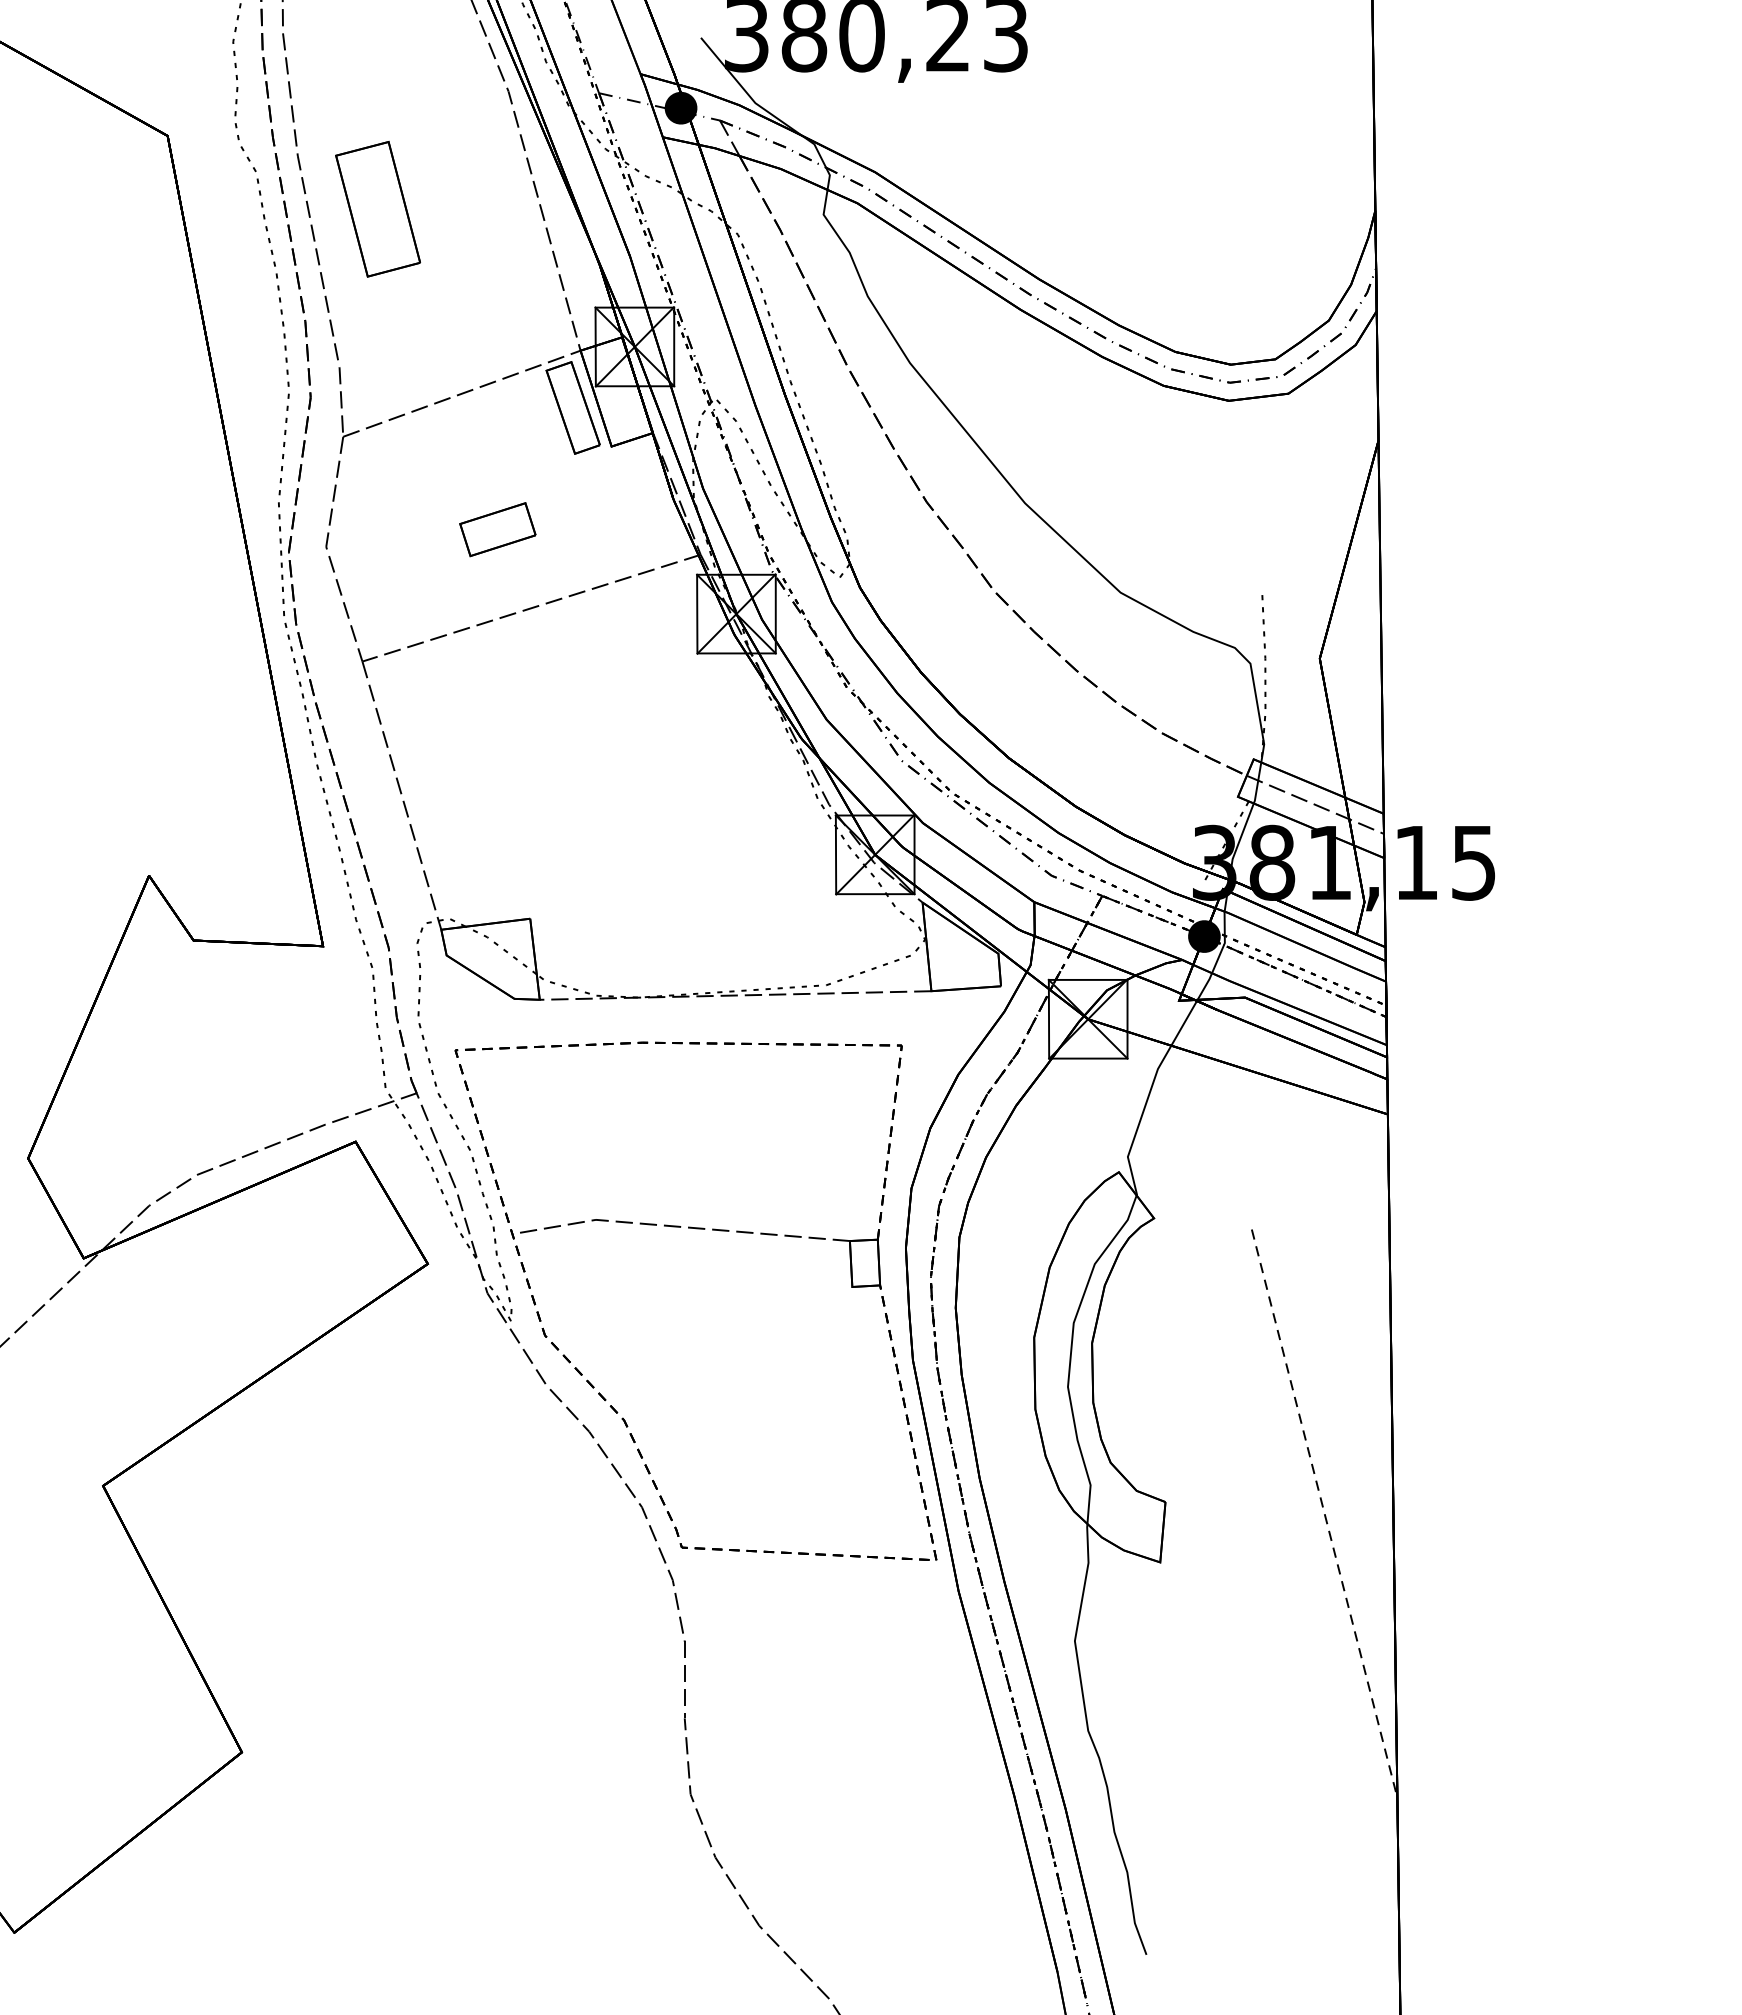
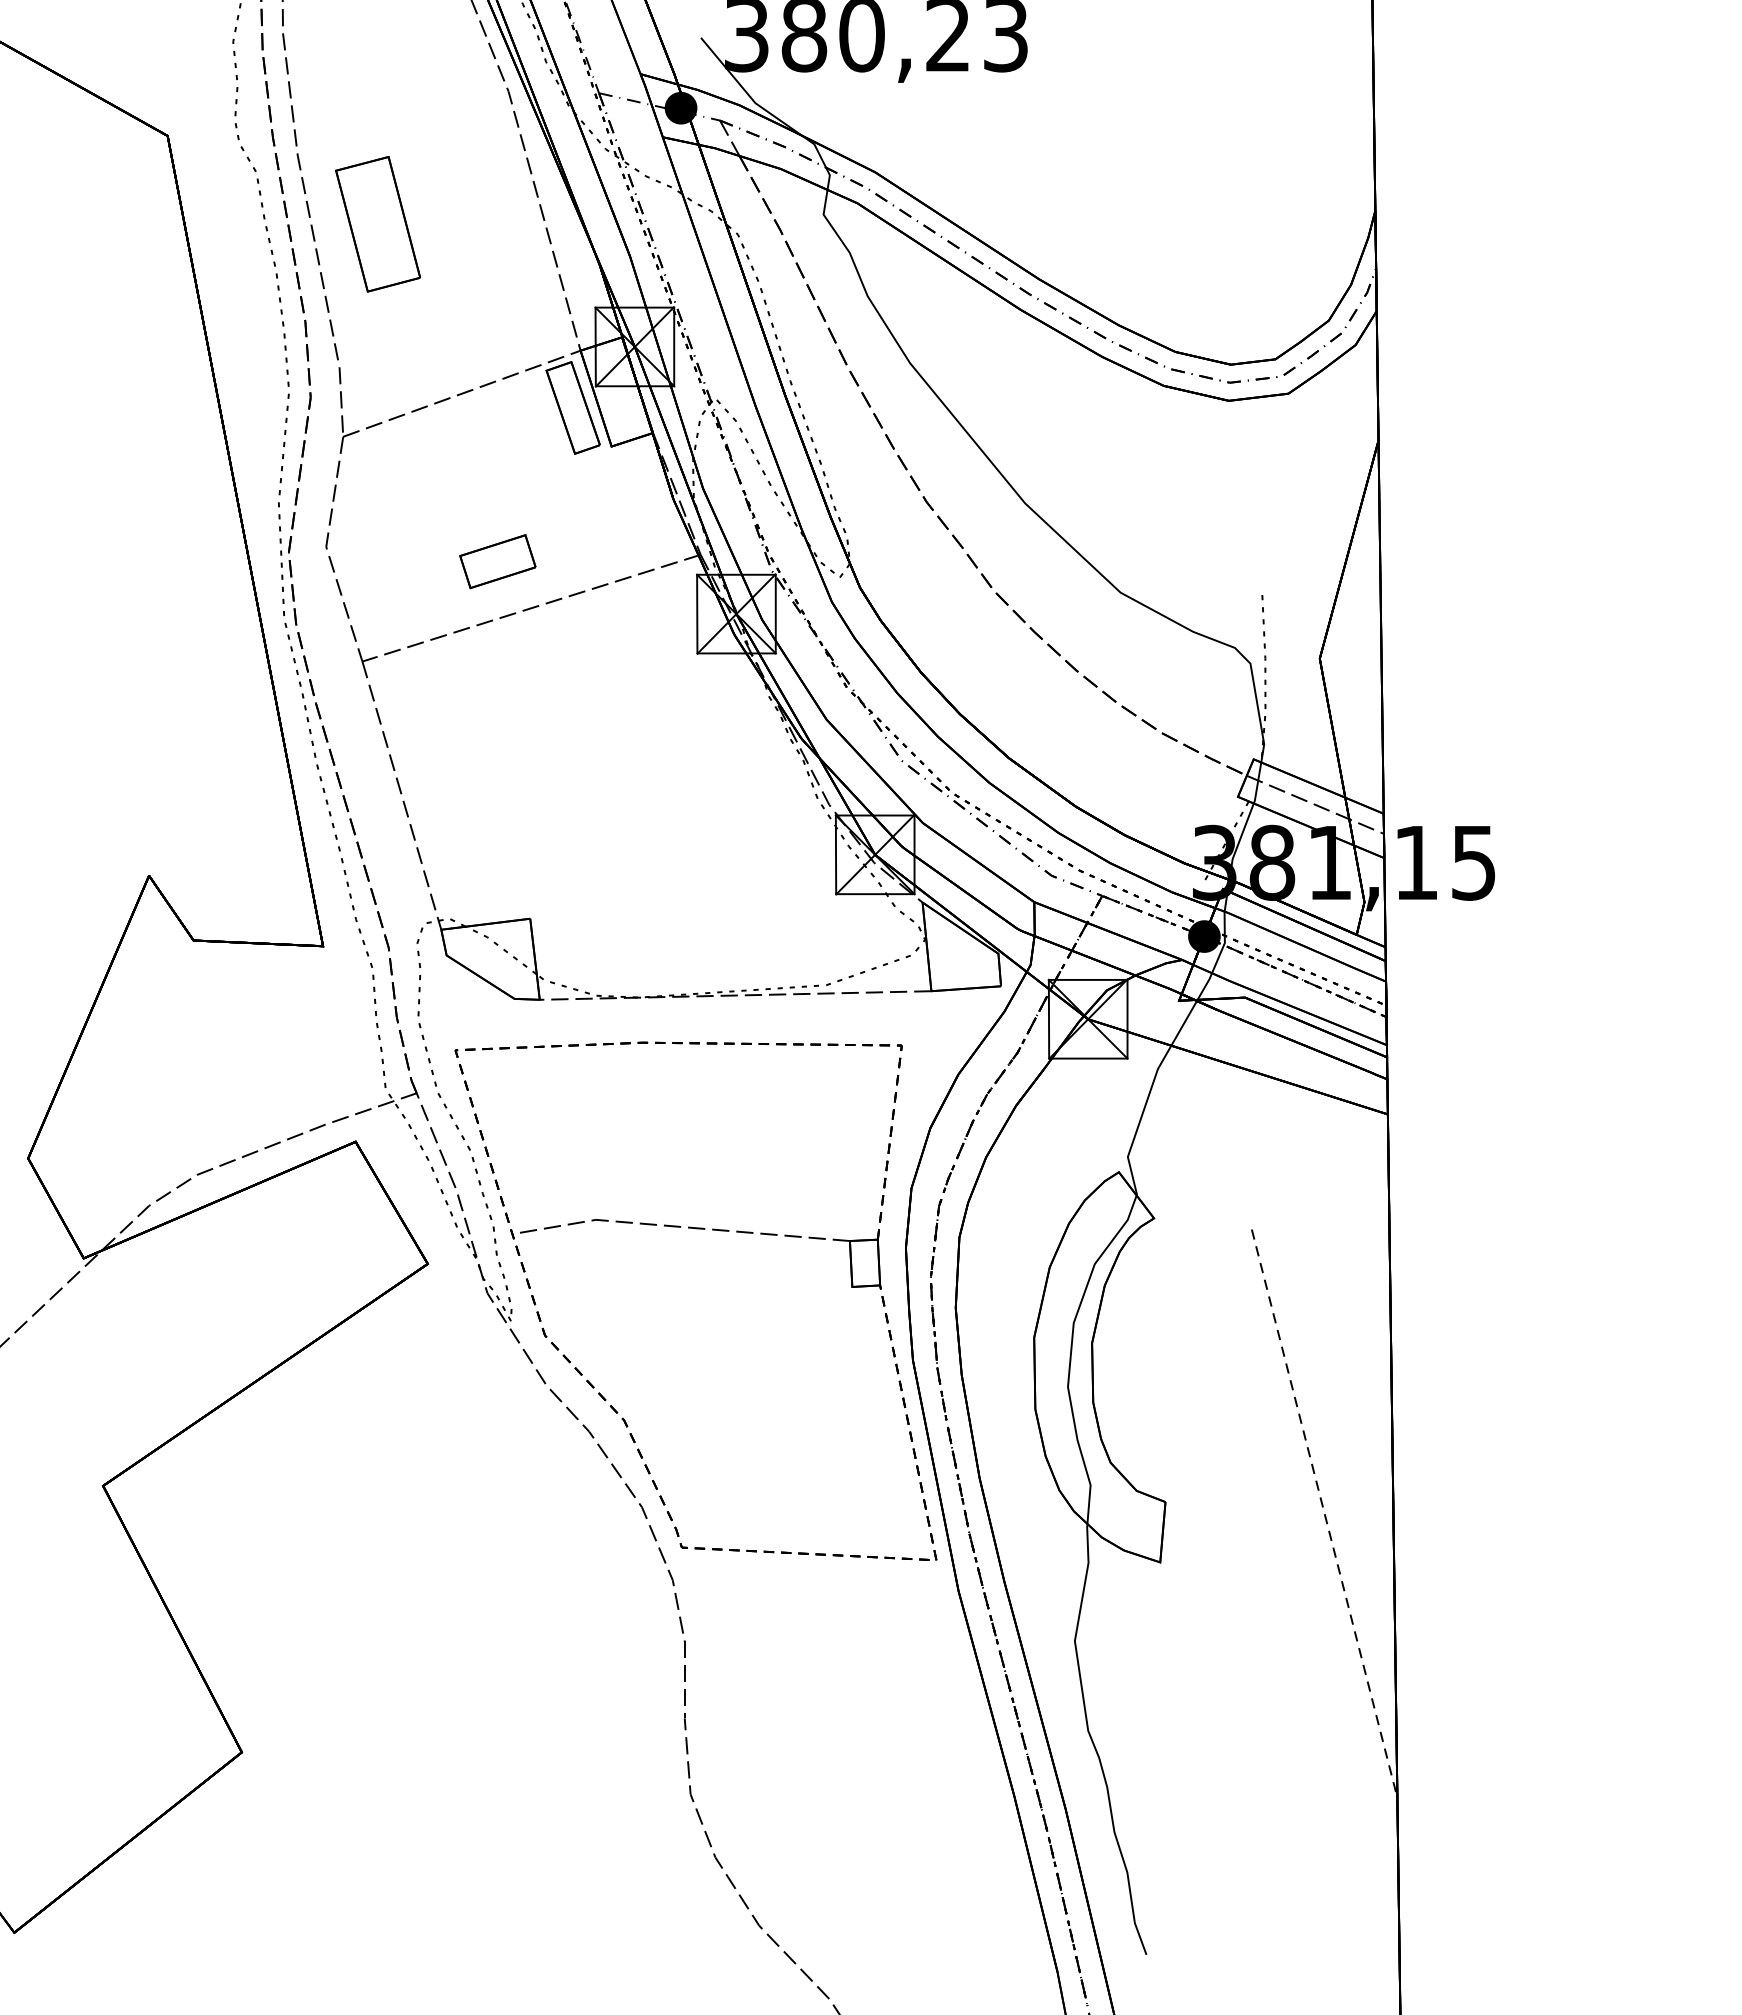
part at (377, 209) position: (377, 209) -> (377, 224)
part at (497, 529) position: (497, 529) -> (497, 561)
